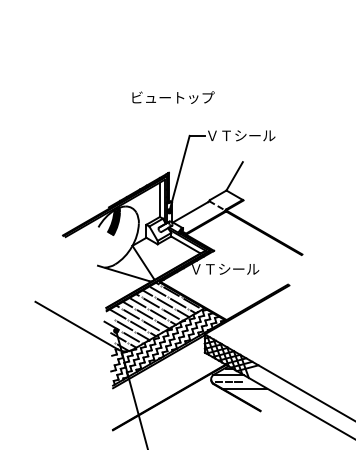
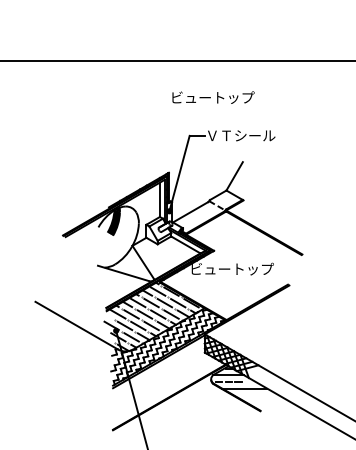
line at (177, 61): none -> present
text at (173, 97) position: (173, 97) -> (213, 97)
text at (232, 268): ＶＴシール -> ビュートップ
